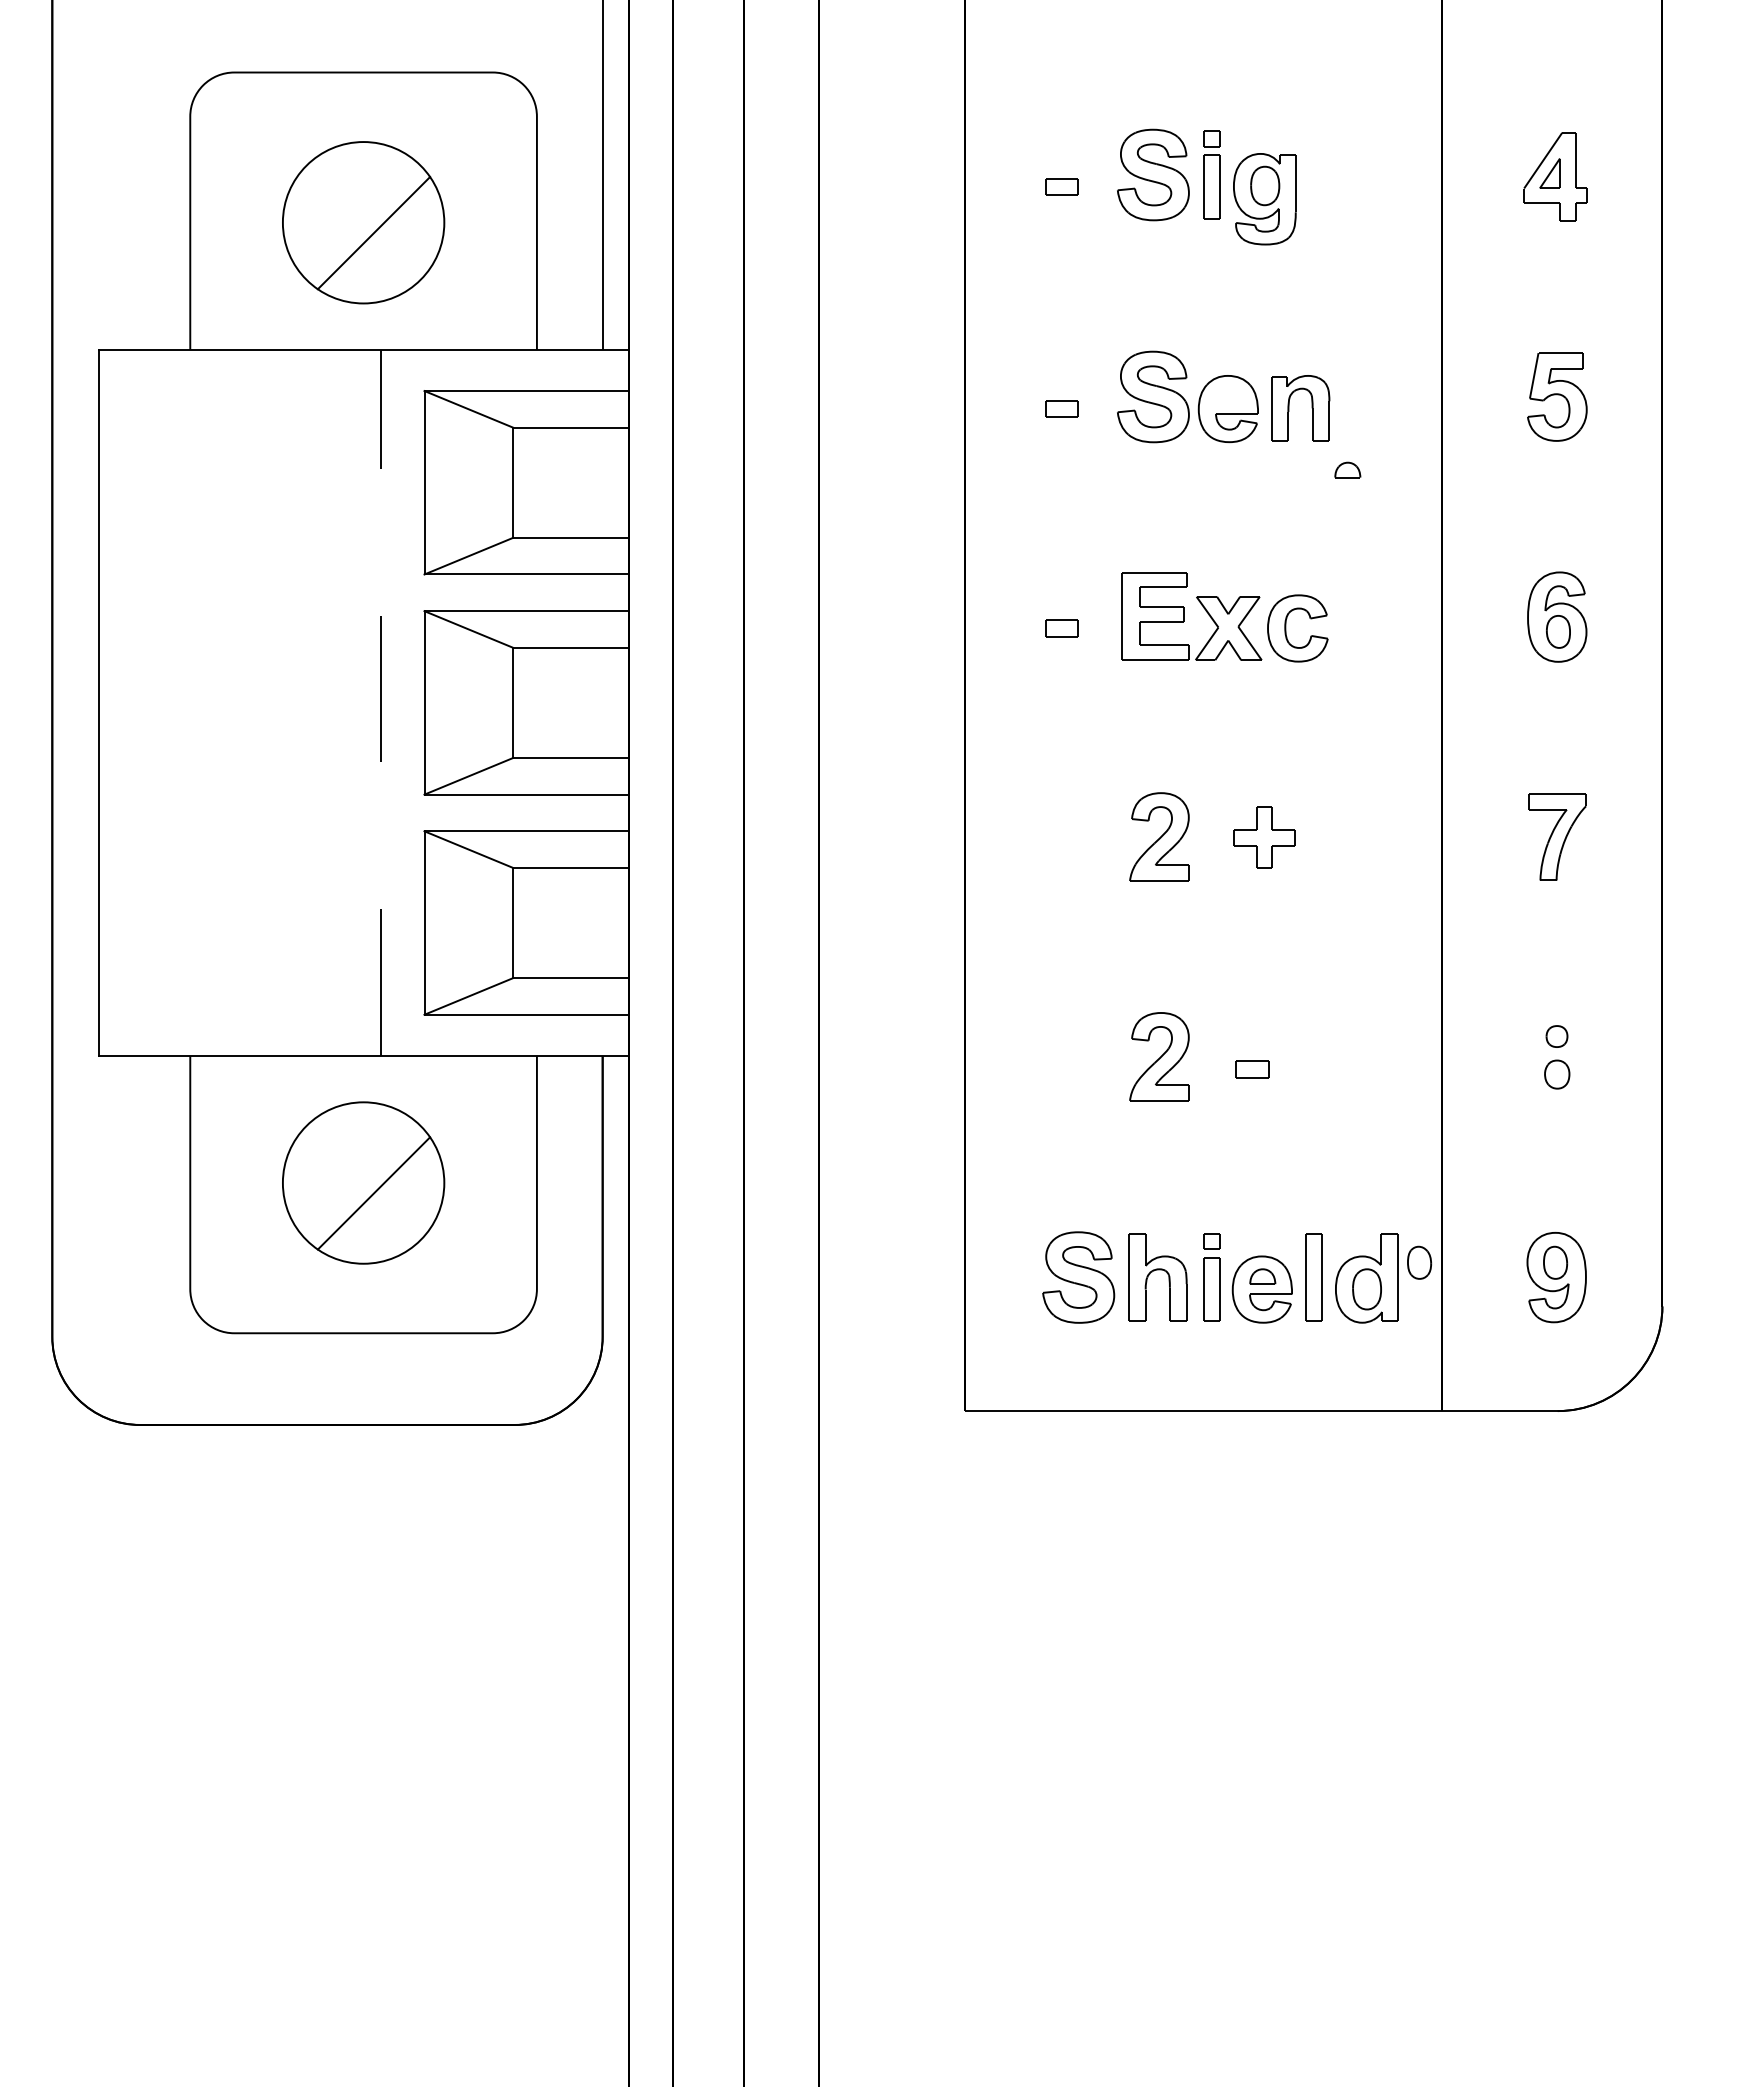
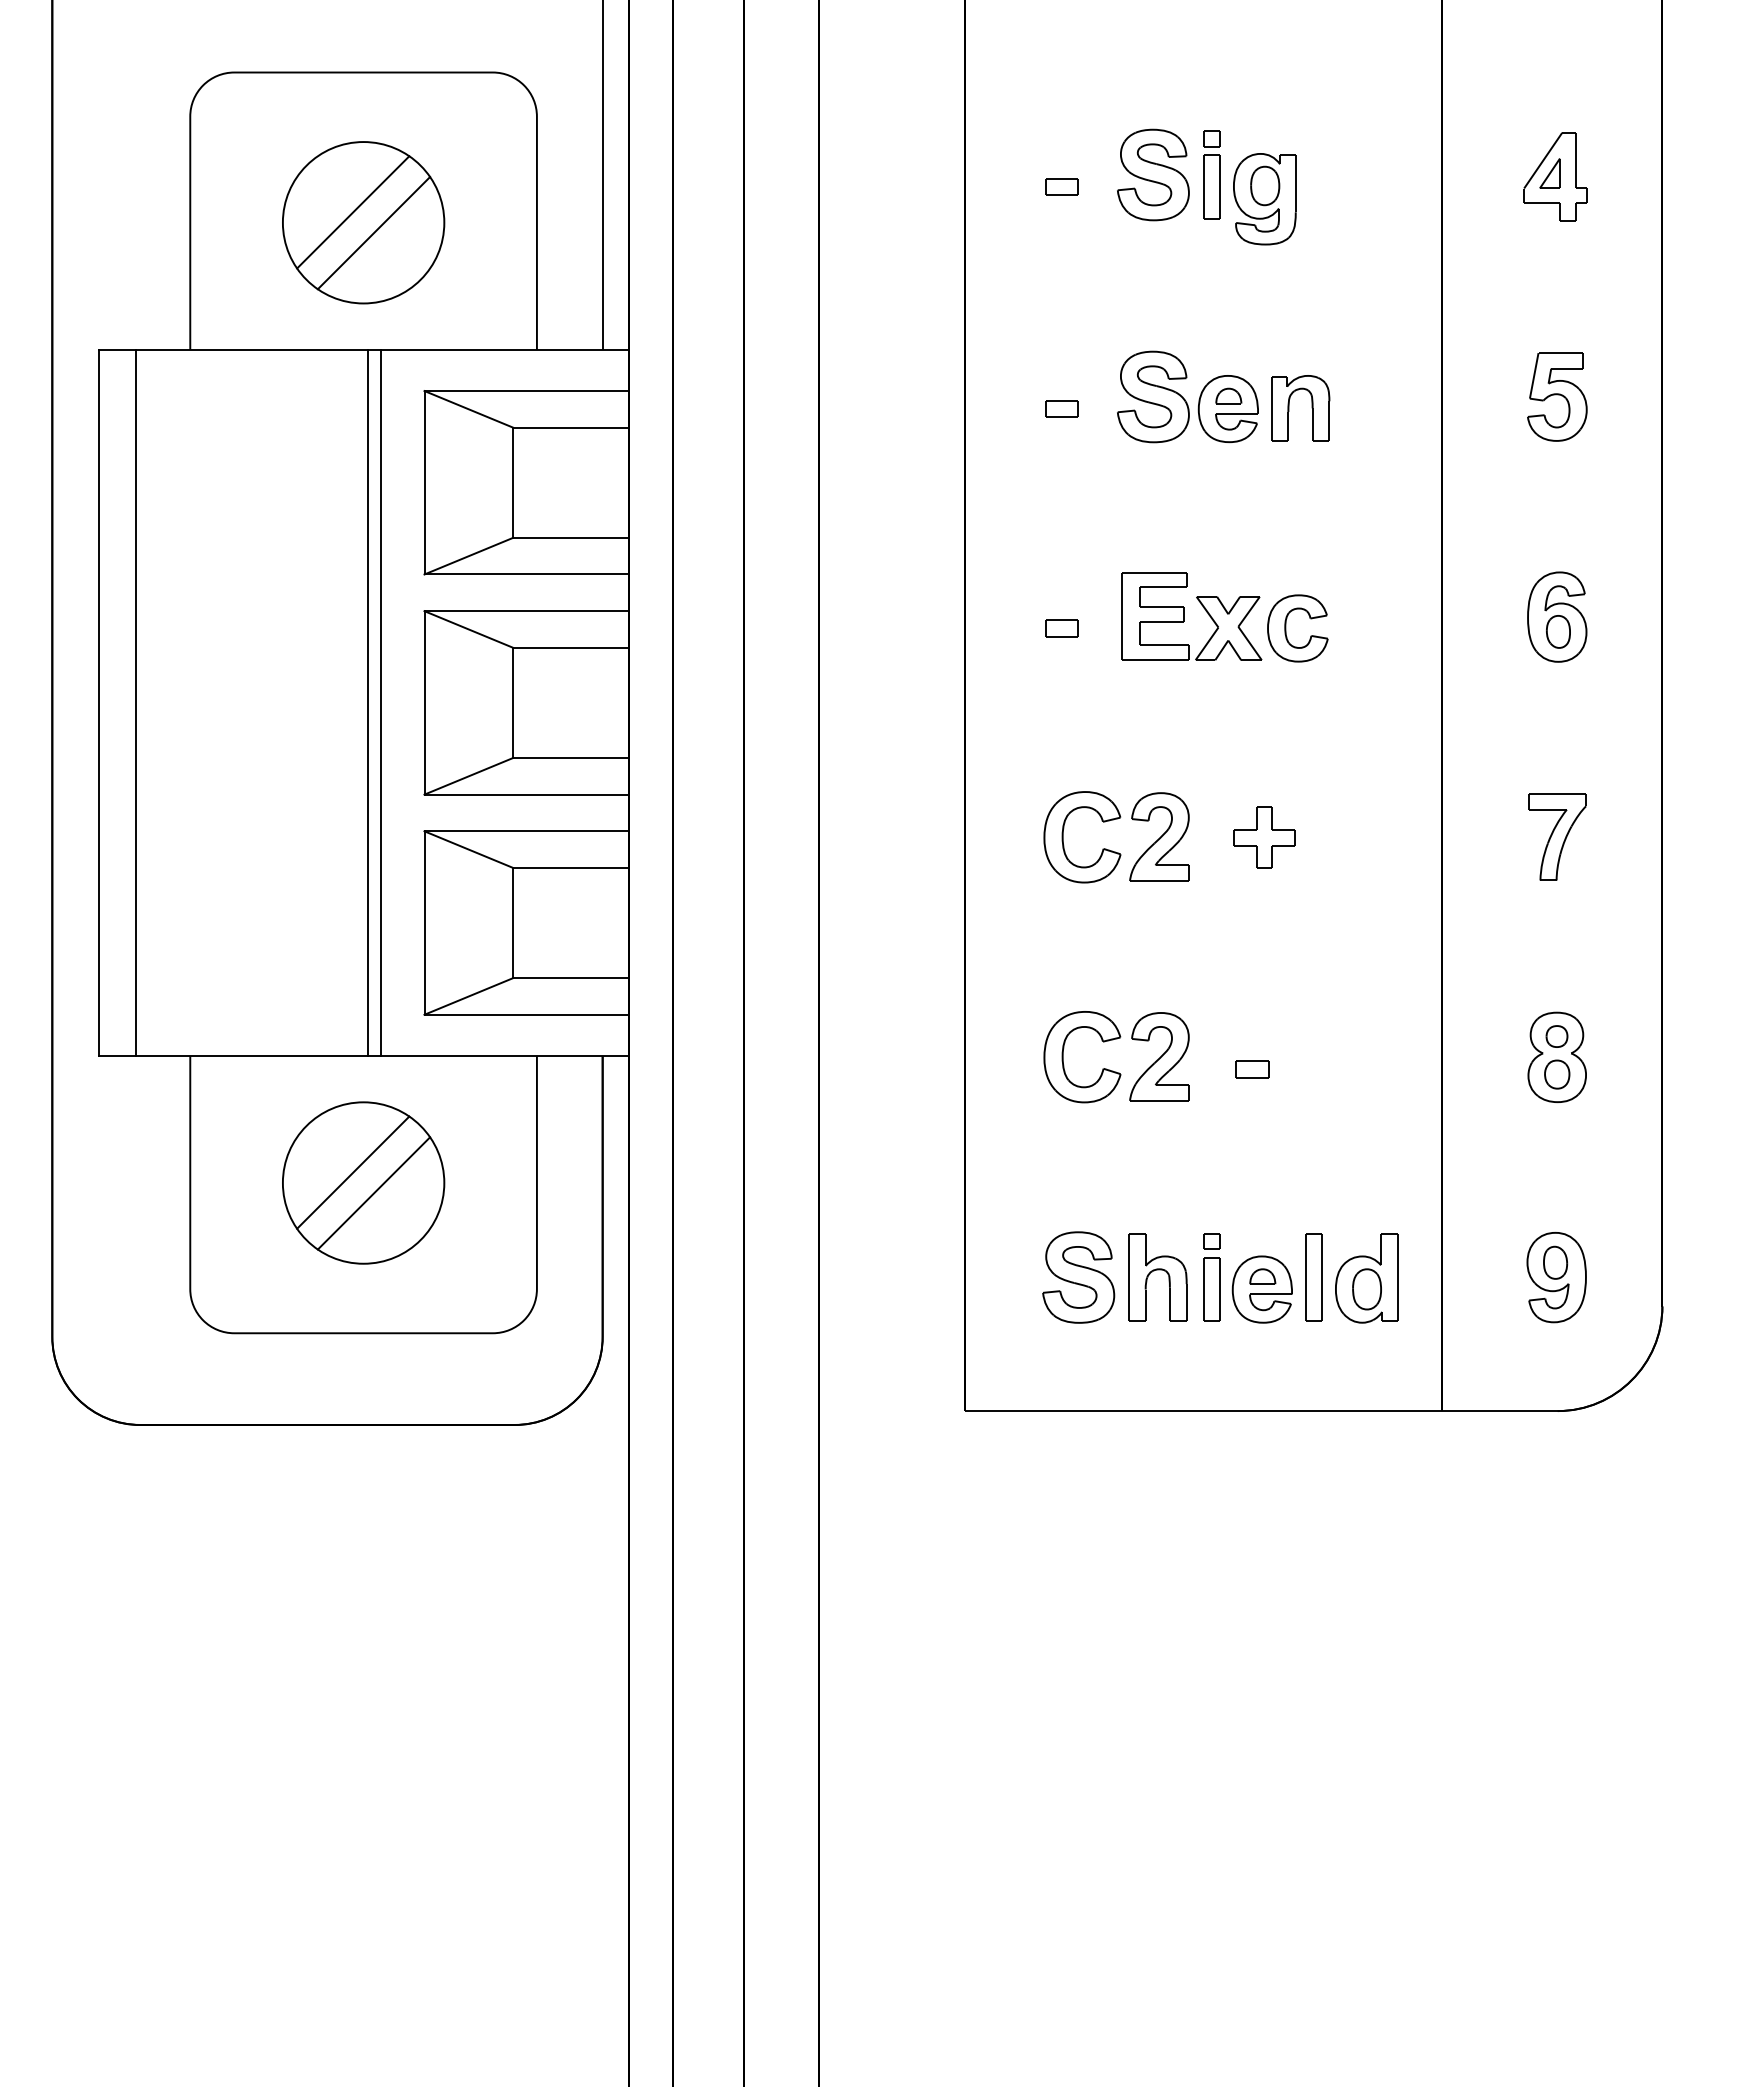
line at (353, 212): none -> present
part at (1347, 469) position: (1347, 469) -> (1228, 395)
line at (136, 702): none -> present
line at (367, 702): none -> present
line at (381, 702): dashed -> solid
part at (1063, 837): none -> present
part at (1556, 1056): none -> present
part at (1063, 1057): none -> present
line at (353, 1172): none -> present
part at (1419, 1262): present -> none
